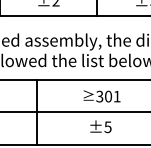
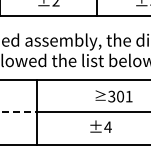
text at (101, 96) position: (101, 96) -> (113, 96)
line at (19, 112): solid -> dashed
text at (107, 127): ±5 -> ±4
